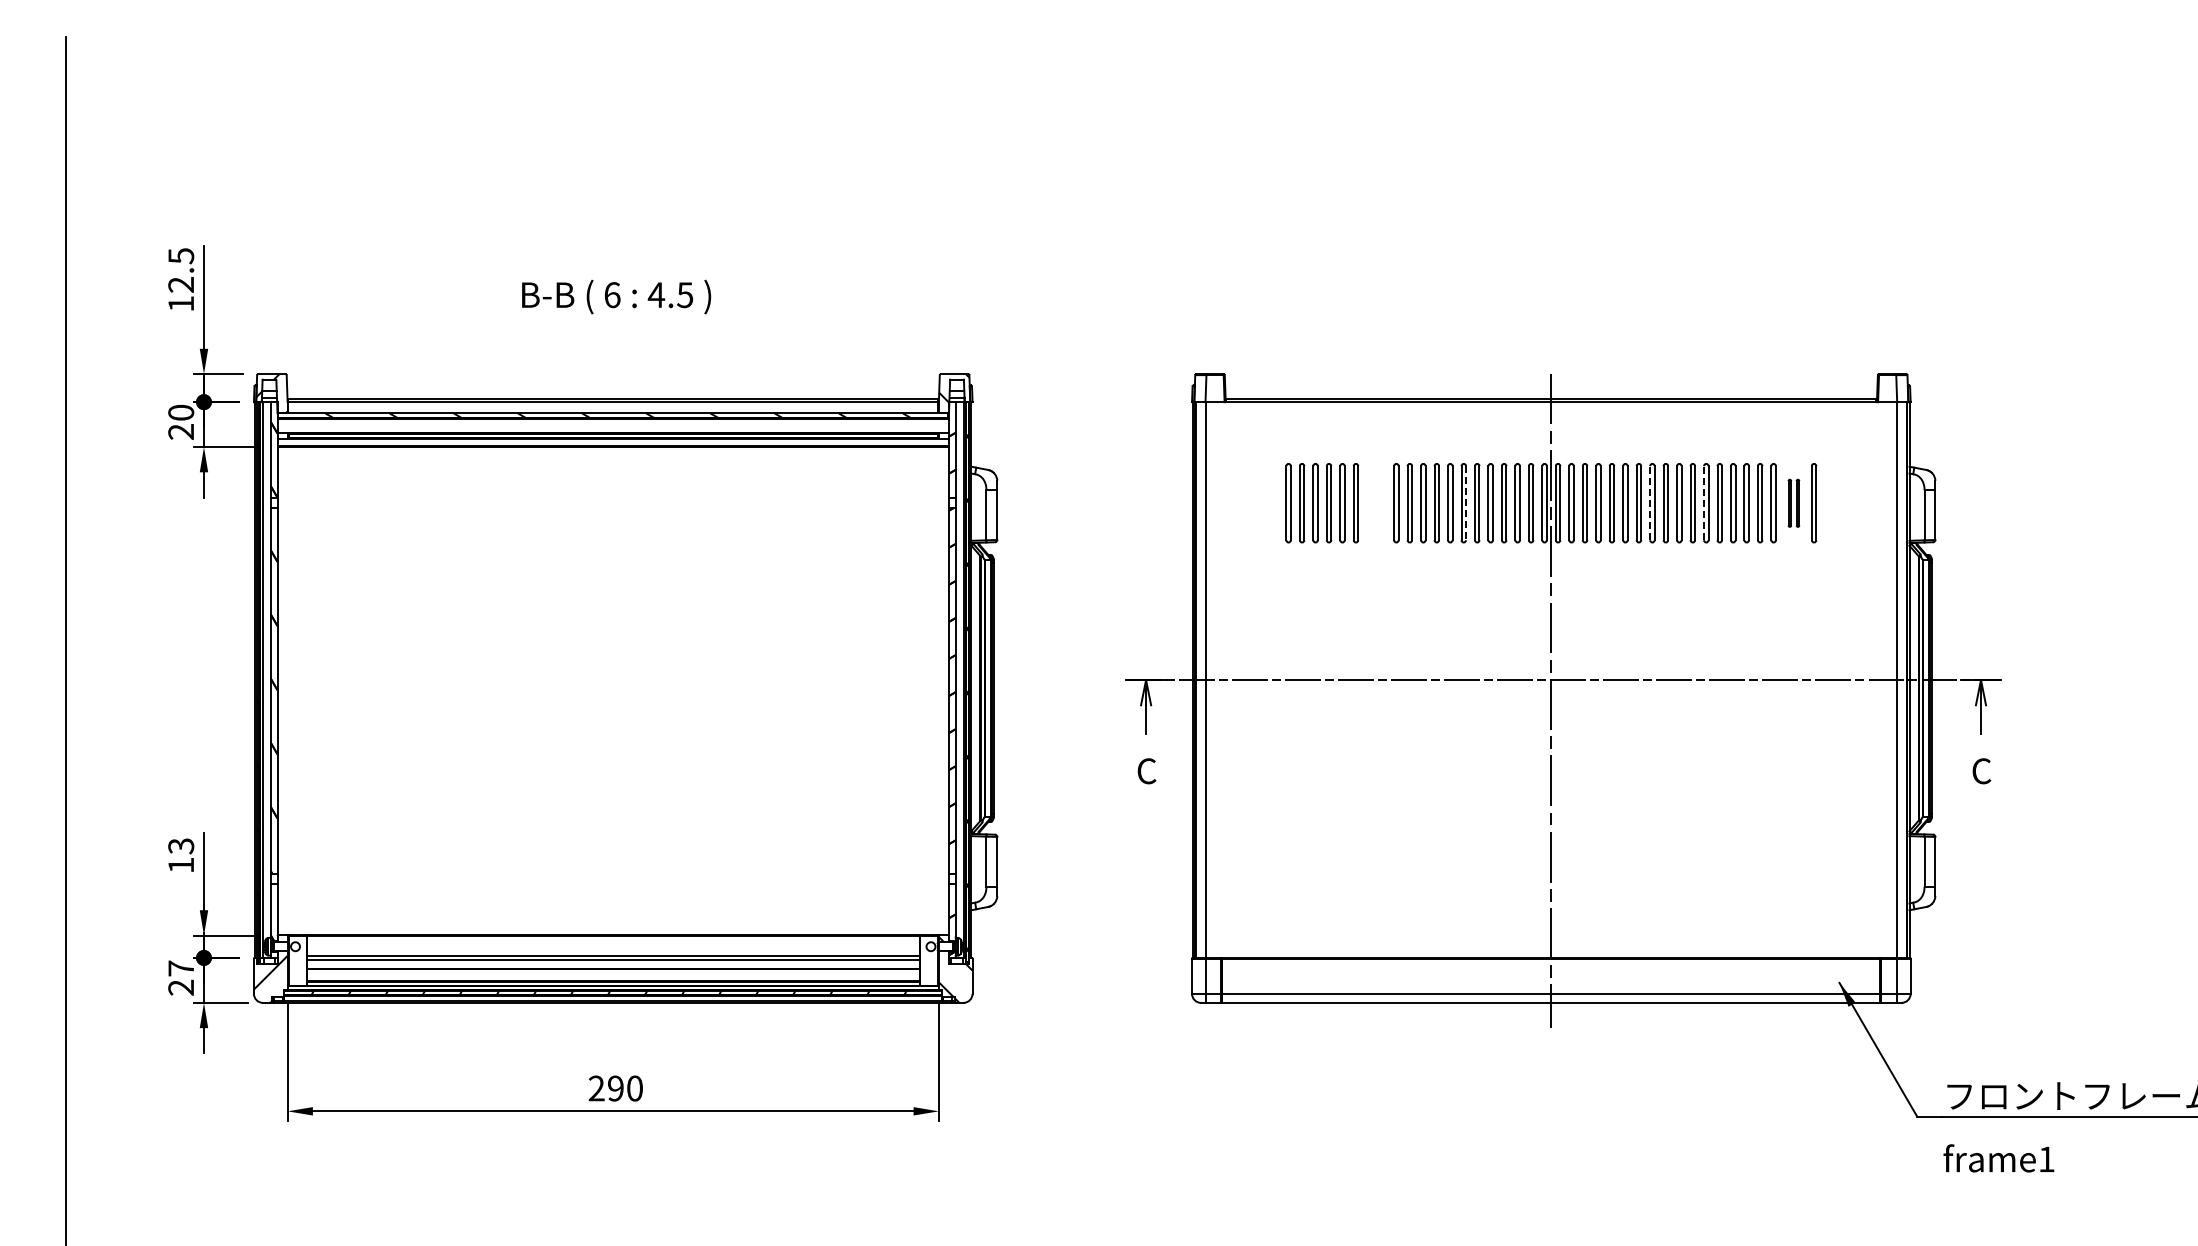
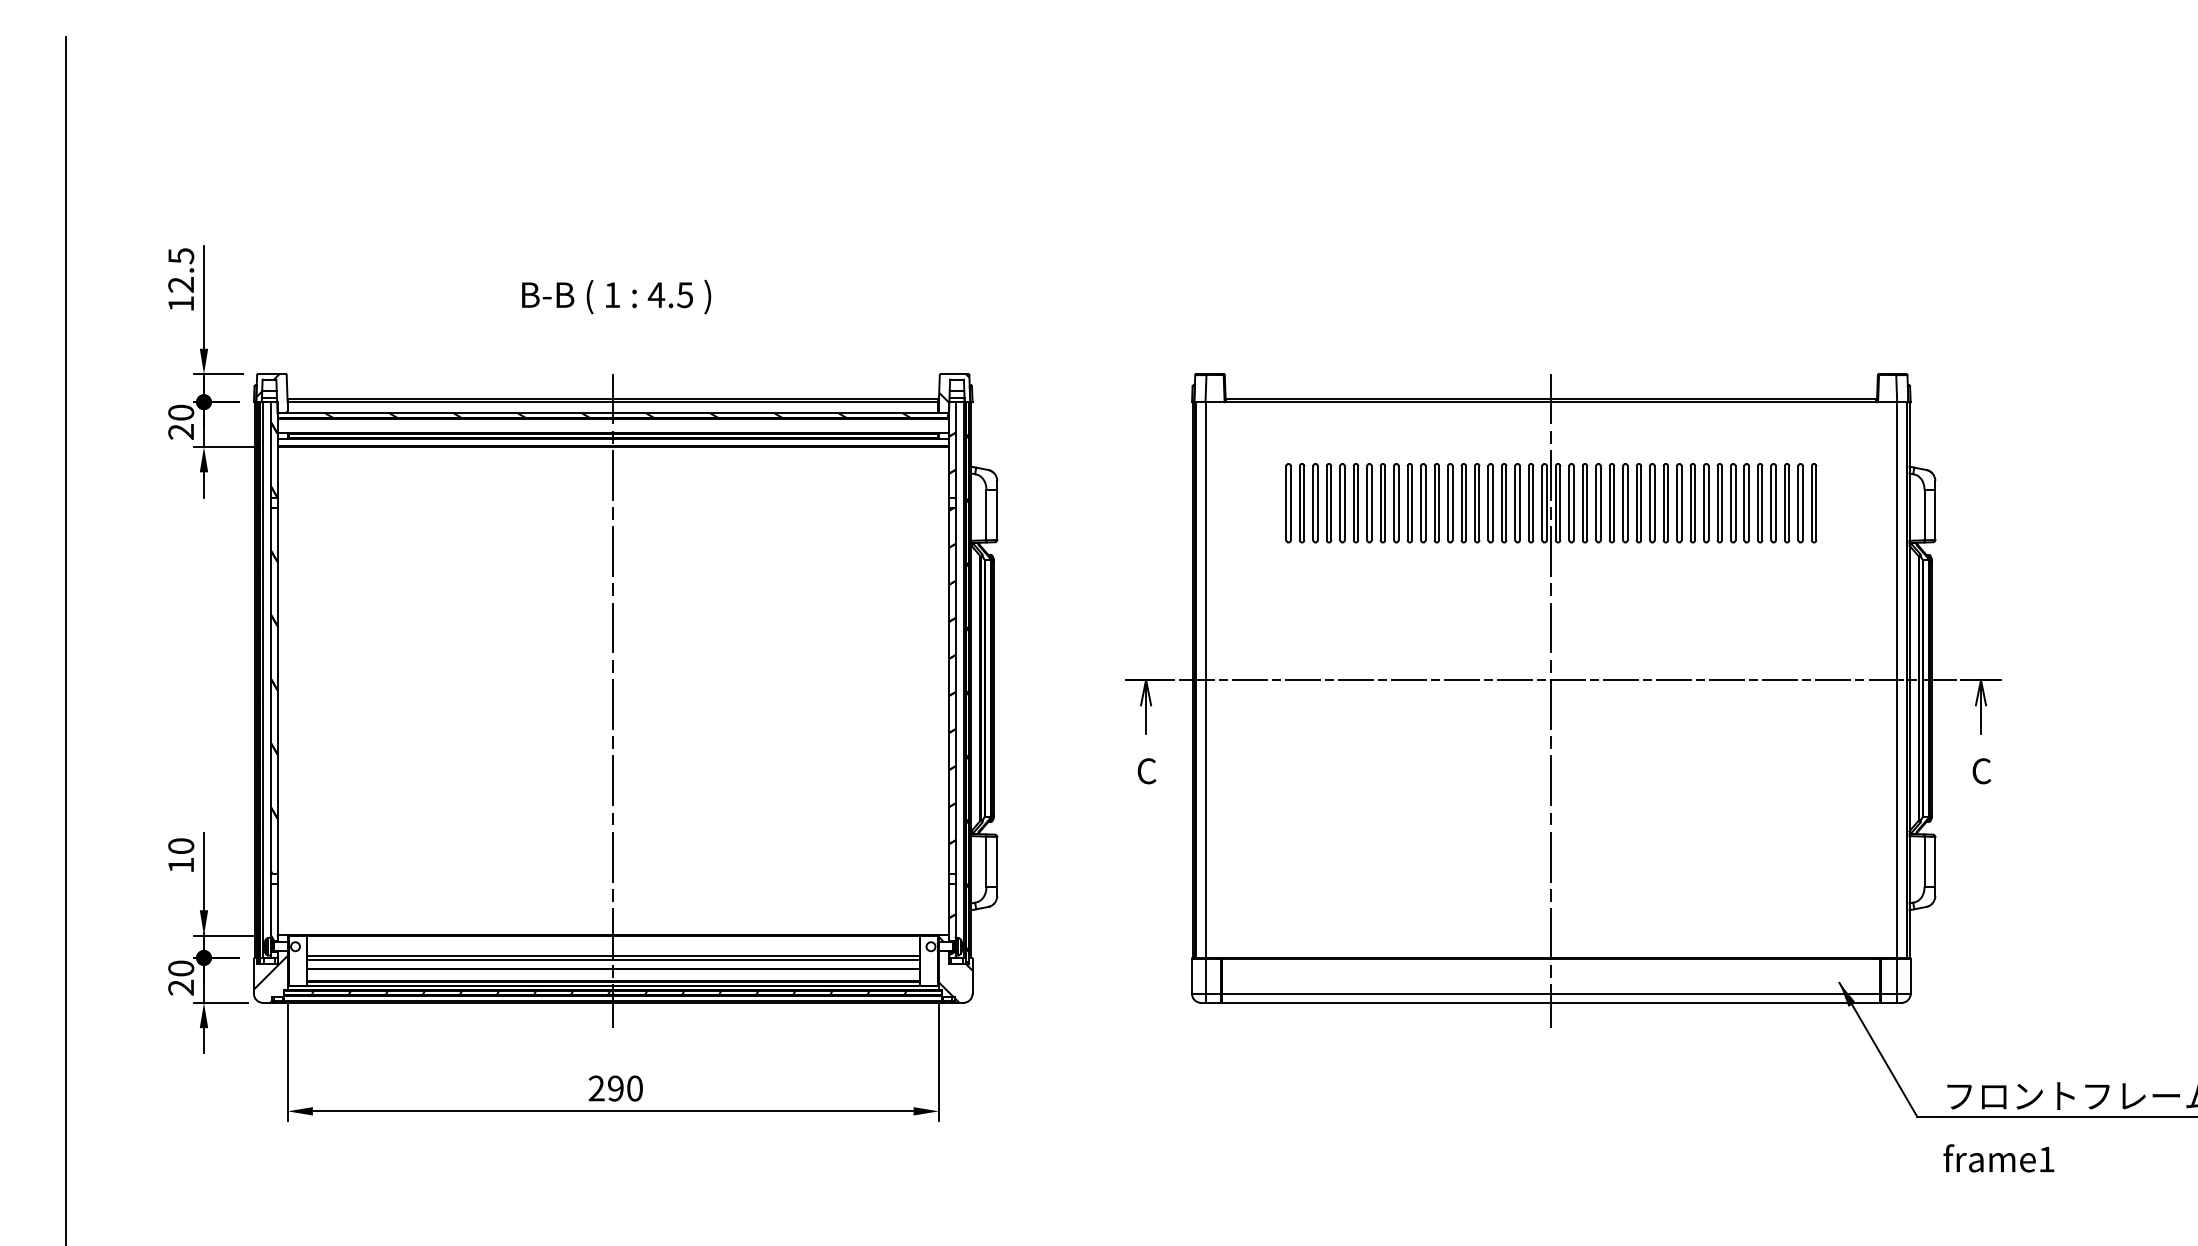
text at (612, 295): 6 -> 1
line at (1650, 502): dashed -> solid
line at (1704, 502): dashed -> solid
part at (1793, 502) size: 14x50 px -> 20x81 px
part at (1375, 503): none -> present
line at (1466, 503): dashed -> solid
line at (613, 700): none -> present
text at (181, 846): 13 -> 10
text at (181, 968): 27 -> 20
